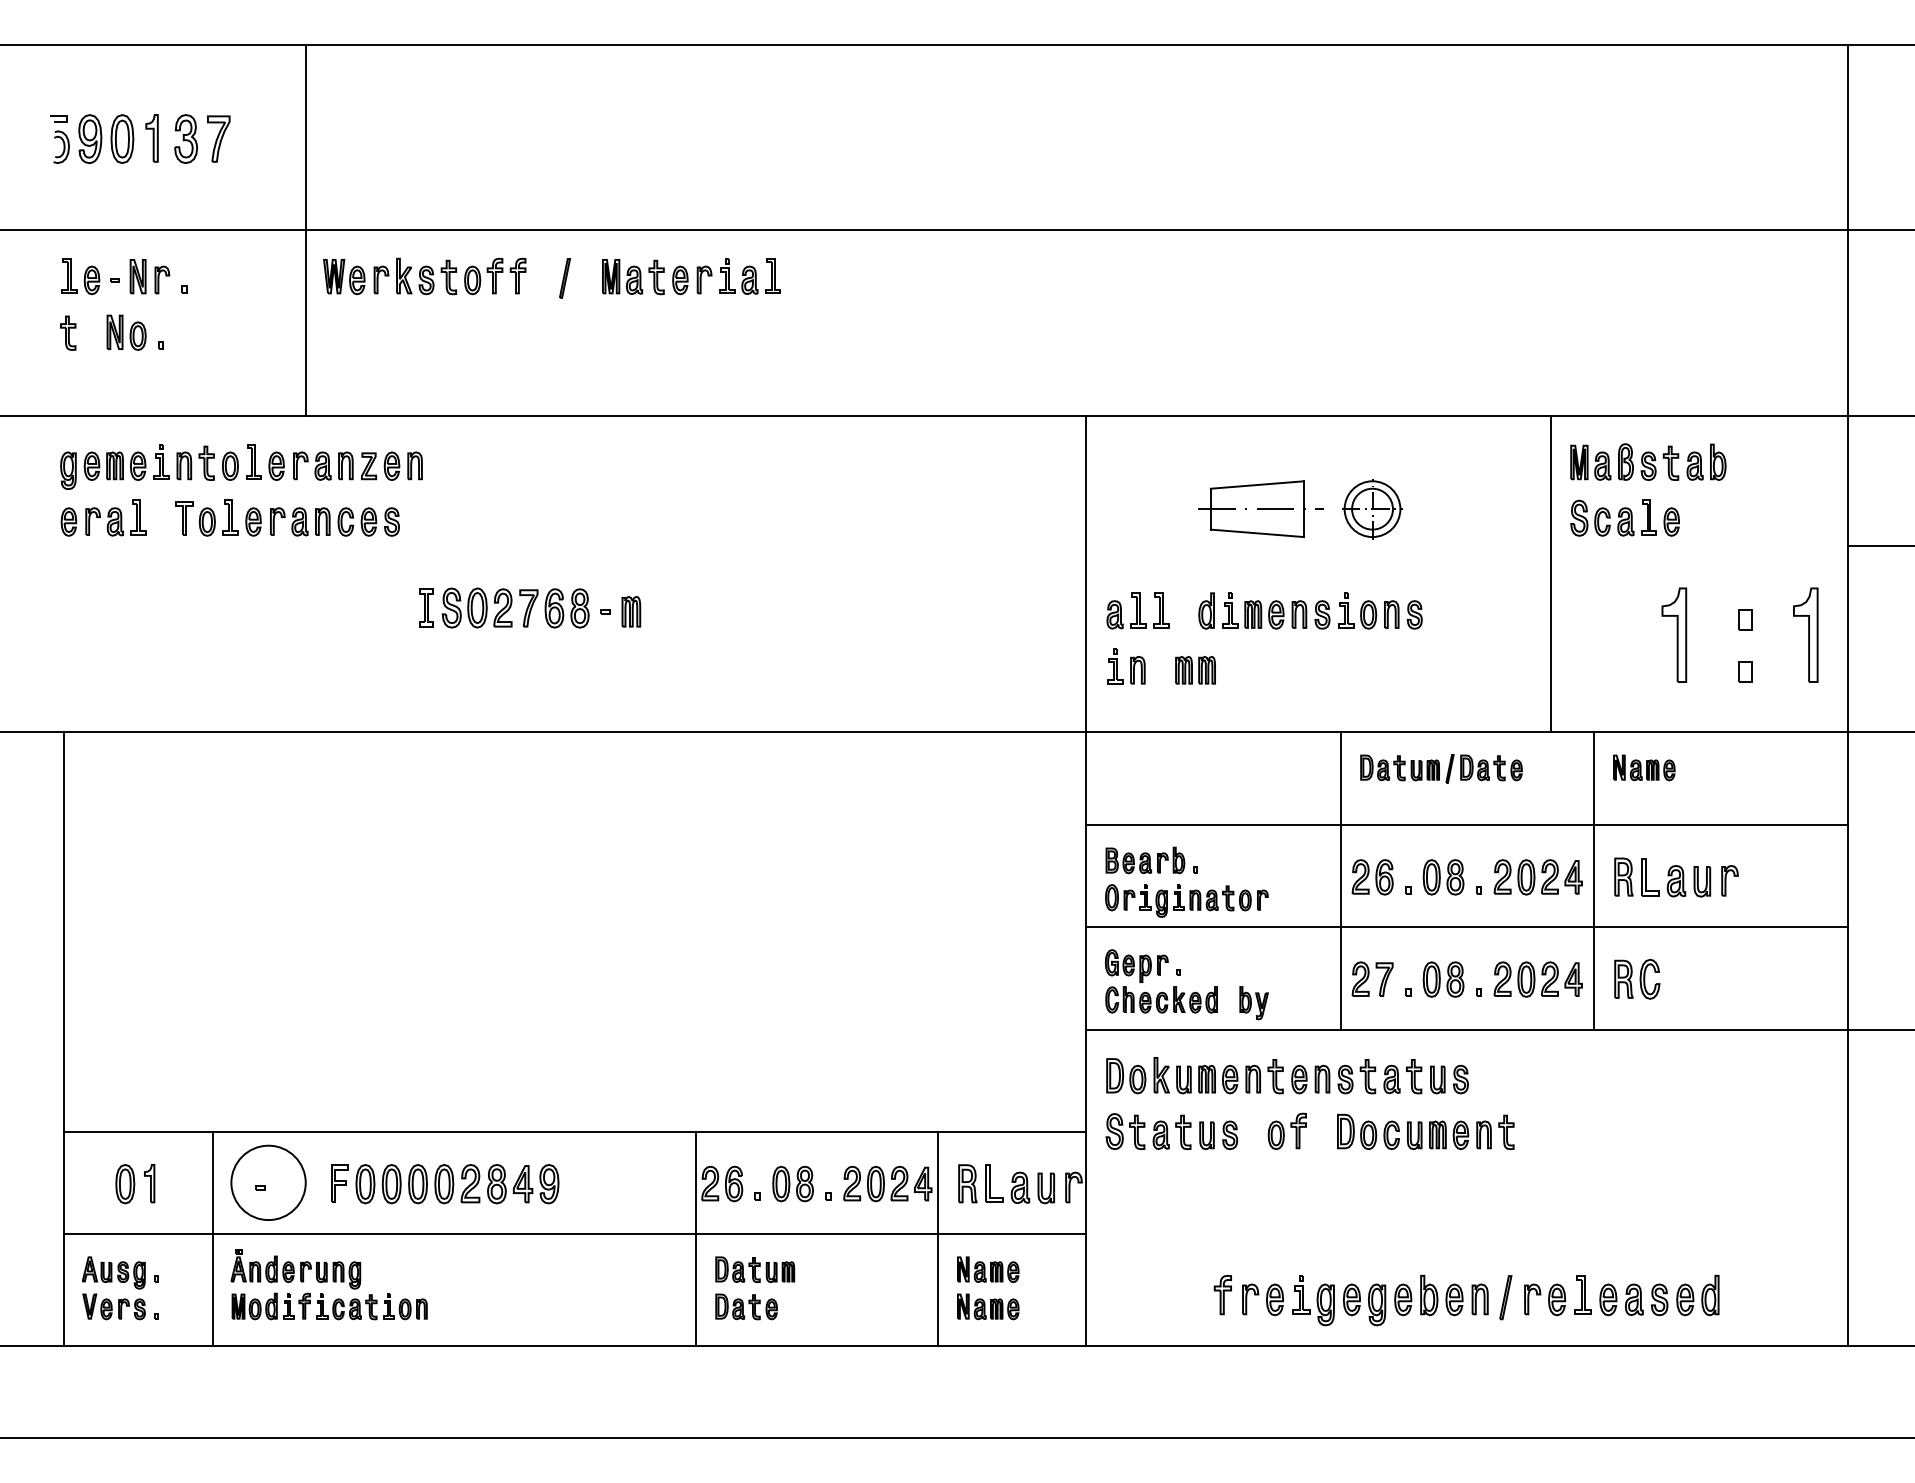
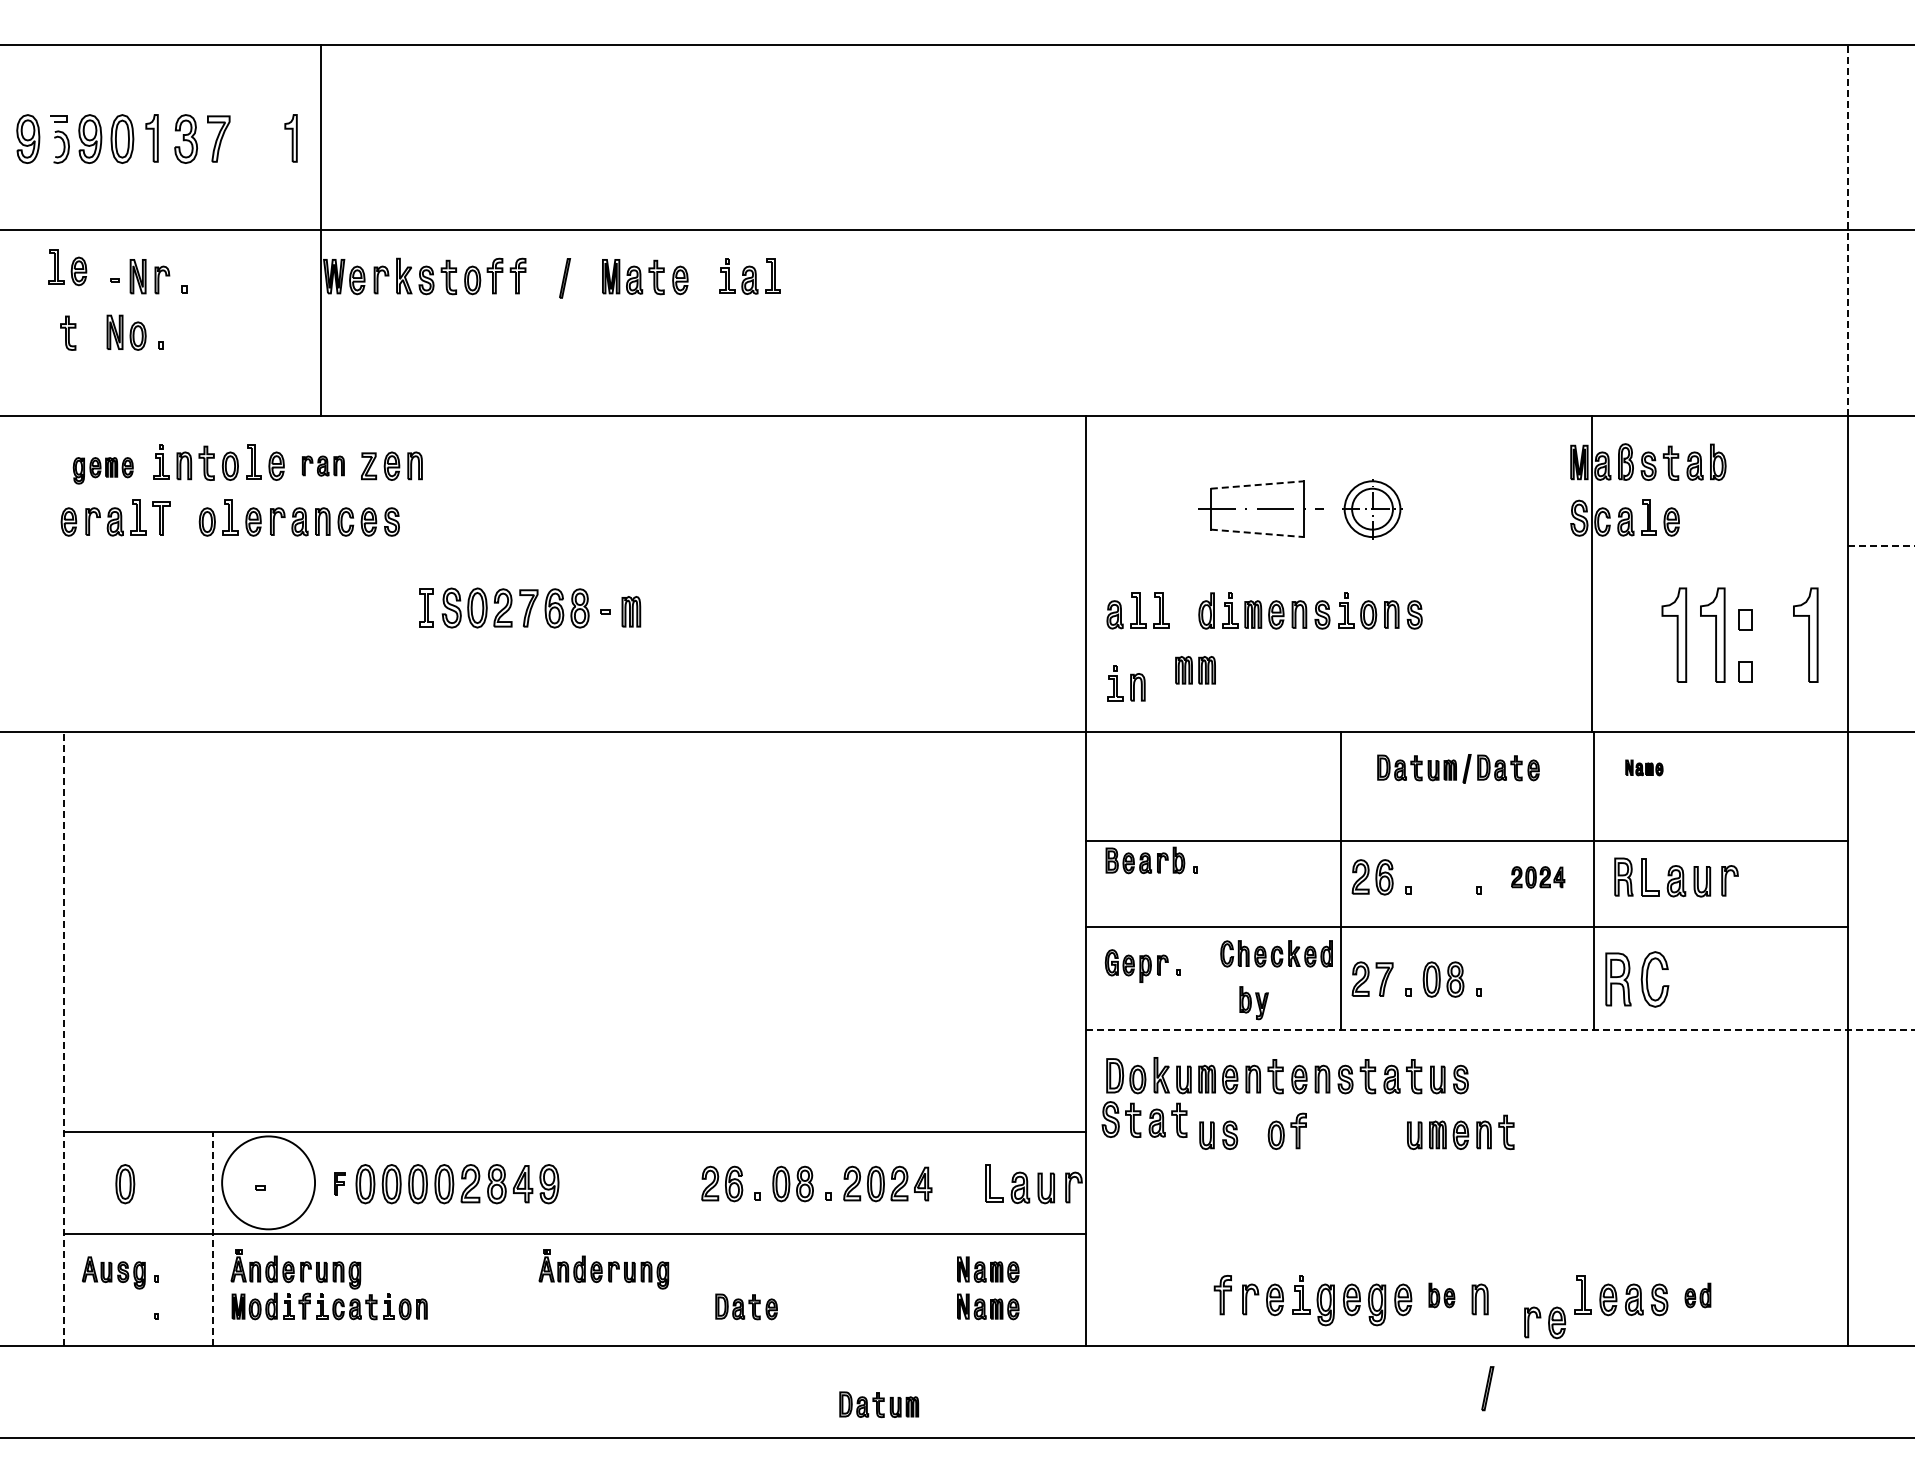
part at (28, 138): none -> present
part at (290, 138): none -> present
line at (305, 230) position: (305, 230) -> (320, 230)
line at (1848, 230): solid -> dashed
part at (80, 276) position: (80, 276) -> (67, 267)
part at (704, 279): present -> none
part at (323, 465) size: 61x30 px -> 44x22 px
part at (103, 470) size: 87x40 px -> 62x28 px
line at (1257, 485): solid -> dashed
part at (184, 518) position: (184, 518) -> (161, 518)
line at (1257, 533): solid -> dashed
line at (1881, 546): solid -> dashed
line at (1550, 574) position: (1550, 574) -> (1591, 574)
part at (1712, 634): none -> present
part at (1126, 666) position: (1126, 666) -> (1126, 683)
part at (1644, 767) size: 63x28 px -> 39x18 px
part at (1441, 768) position: (1441, 768) -> (1458, 768)
line at (1467, 825) position: (1467, 825) -> (1467, 841)
part at (1443, 877): present -> none
part at (1537, 877) size: 90x37 px -> 55x23 px
part at (1186, 900): present -> none
part at (1637, 978) size: 47x42 px -> 65x57 px
part at (1537, 979): present -> none
part at (1161, 999) position: (1161, 999) -> (1276, 953)
line at (1500, 1029): solid -> dashed
line at (64, 1038): solid -> dashed
part at (1148, 1131) position: (1148, 1131) -> (1144, 1119)
part at (1368, 1131): present -> none
circle at (268, 1182) diameter: 74 px -> 93 px
part at (149, 1183): present -> none
part at (339, 1183) size: 18x39 px -> 12x24 px
part at (967, 1183): present -> none
line at (212, 1238): solid -> dashed
line at (696, 1238): present -> none
line at (937, 1238): present -> none
part at (603, 1269): none -> present
part at (755, 1269) position: (755, 1269) -> (879, 1404)
part at (1441, 1295) size: 44x43 px -> 28x27 px
part at (1697, 1295) size: 44x43 px -> 28x27 px
part at (1505, 1297) position: (1505, 1297) -> (1487, 1388)
part at (1545, 1299) position: (1545, 1299) -> (1545, 1322)
part at (113, 1306): present -> none
